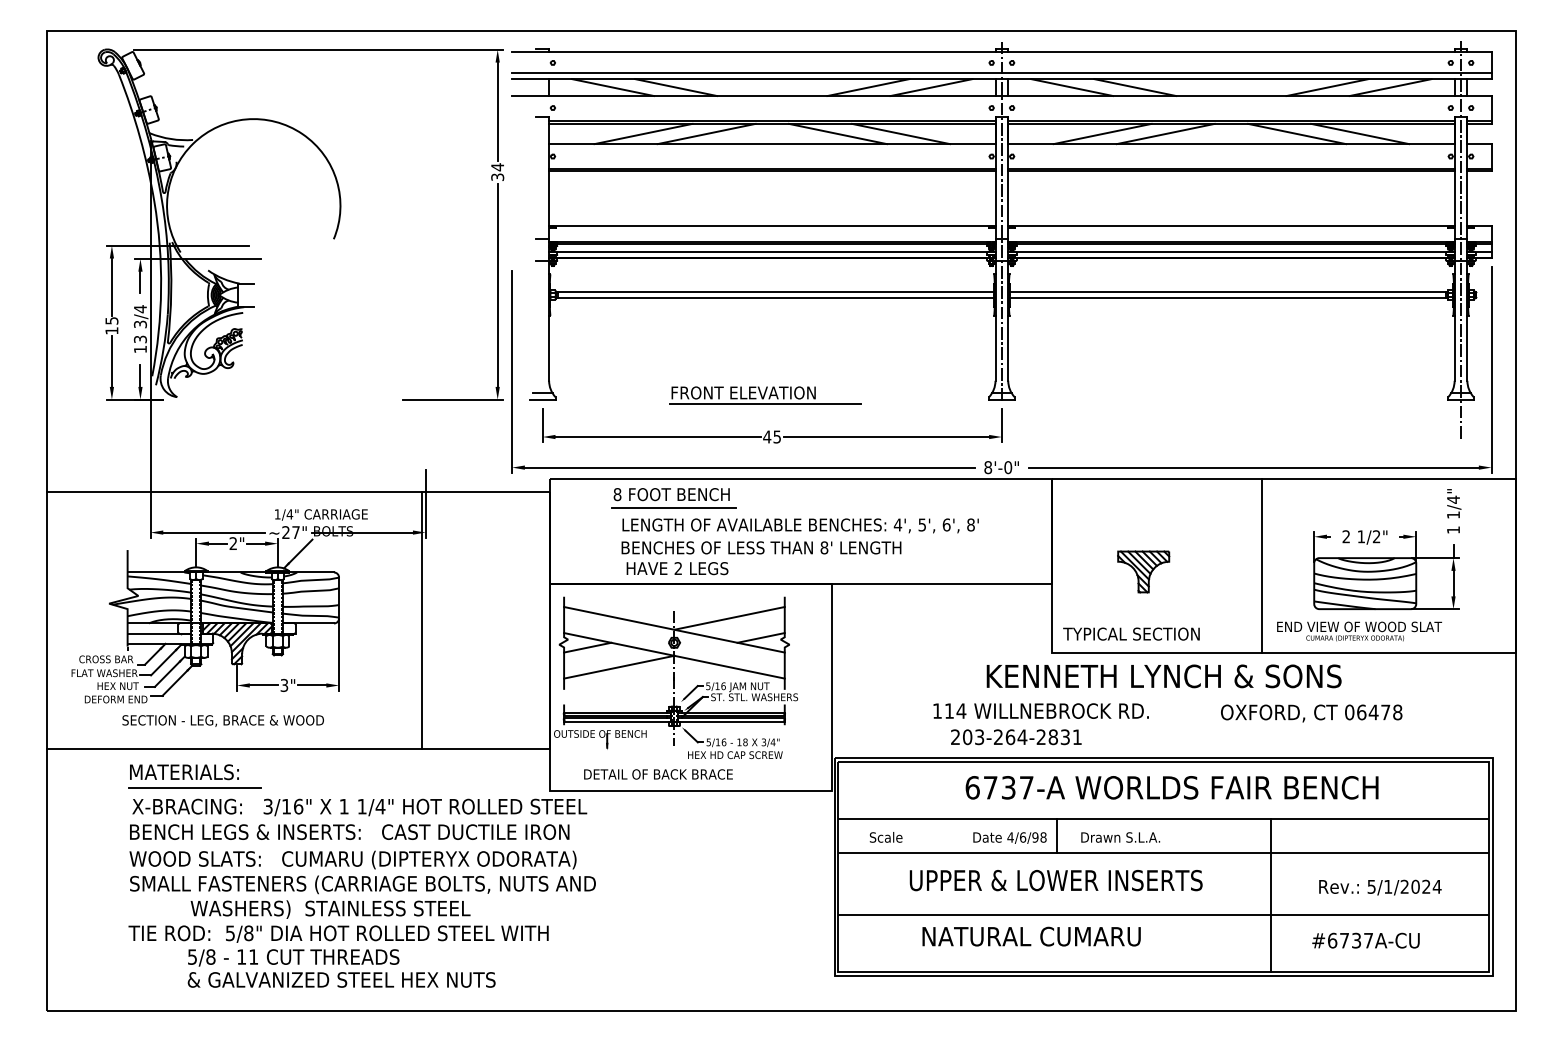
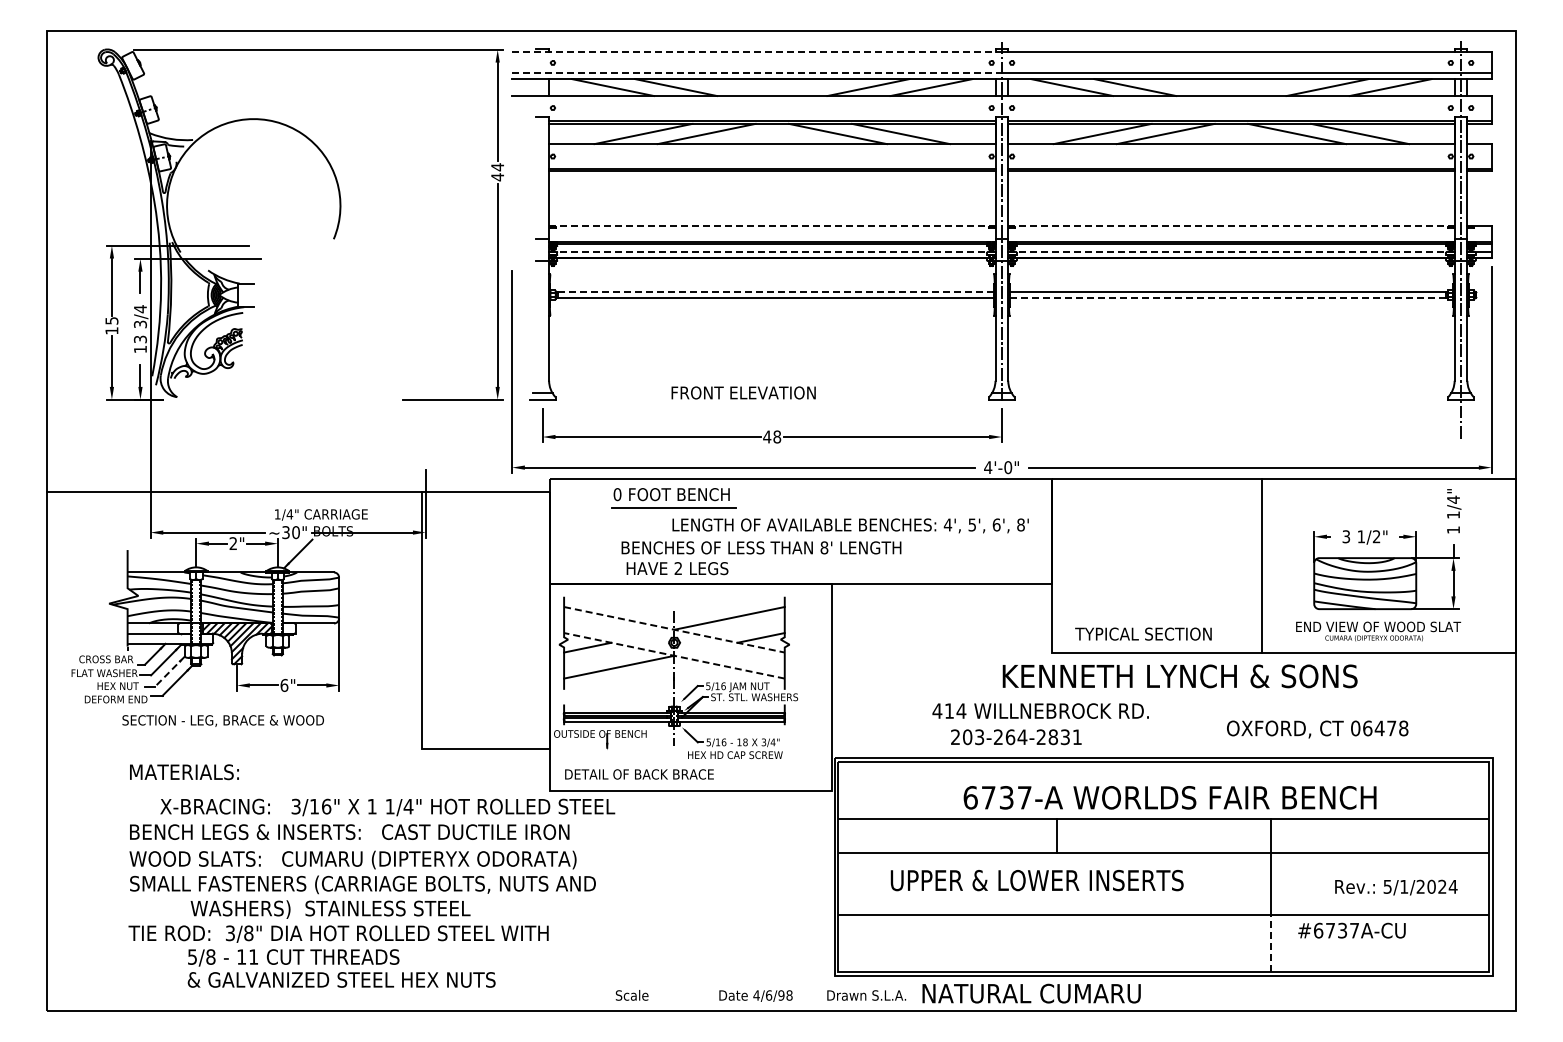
line at (757, 51): solid -> dashed
line at (757, 73): solid -> dashed
text at (497, 177): 34 -> 44
line at (772, 225): solid -> dashed
line at (1230, 225): solid -> dashed
line at (772, 252): solid -> dashed
line at (1230, 252): solid -> dashed
line at (776, 292): solid -> dashed
line at (1227, 297): solid -> dashed
line at (765, 403): present -> none
text at (777, 436): 45 -> 48
text at (988, 467): 8'-0" -> 4'-0"
text at (617, 494): 8 -> 0
text at (800, 525) position: (800, 525) -> (850, 525)
text at (290, 532): ~27" -> ~30"
text at (1346, 536): 2 -> 3
part at (1143, 571): present -> none
line at (674, 629): solid -> dashed
text at (1359, 631) position: (1359, 631) -> (1378, 631)
text at (1131, 633) position: (1131, 633) -> (1143, 633)
line at (674, 655): solid -> dashed
line at (169, 672): solid -> dashed
text at (1163, 676) position: (1163, 676) -> (1179, 676)
text at (284, 684): 3" -> 6"
text at (937, 710): 114 -> 414
text at (1311, 713) position: (1311, 713) -> (1317, 729)
line at (233, 748): present -> none
text at (658, 774) position: (658, 774) -> (639, 774)
line at (195, 787): present -> none
text at (1171, 787) position: (1171, 787) -> (1169, 797)
text at (359, 807) position: (359, 807) -> (387, 807)
text at (1014, 837) position: (1014, 837) -> (760, 995)
text at (1055, 880) position: (1055, 880) -> (1036, 880)
text at (1380, 887) position: (1380, 887) -> (1396, 887)
text at (230, 932): 5/8" -> 3/8"
text at (1031, 936) position: (1031, 936) -> (1031, 993)
text at (1365, 940) position: (1365, 940) -> (1351, 930)
line at (1270, 943): solid -> dashed
